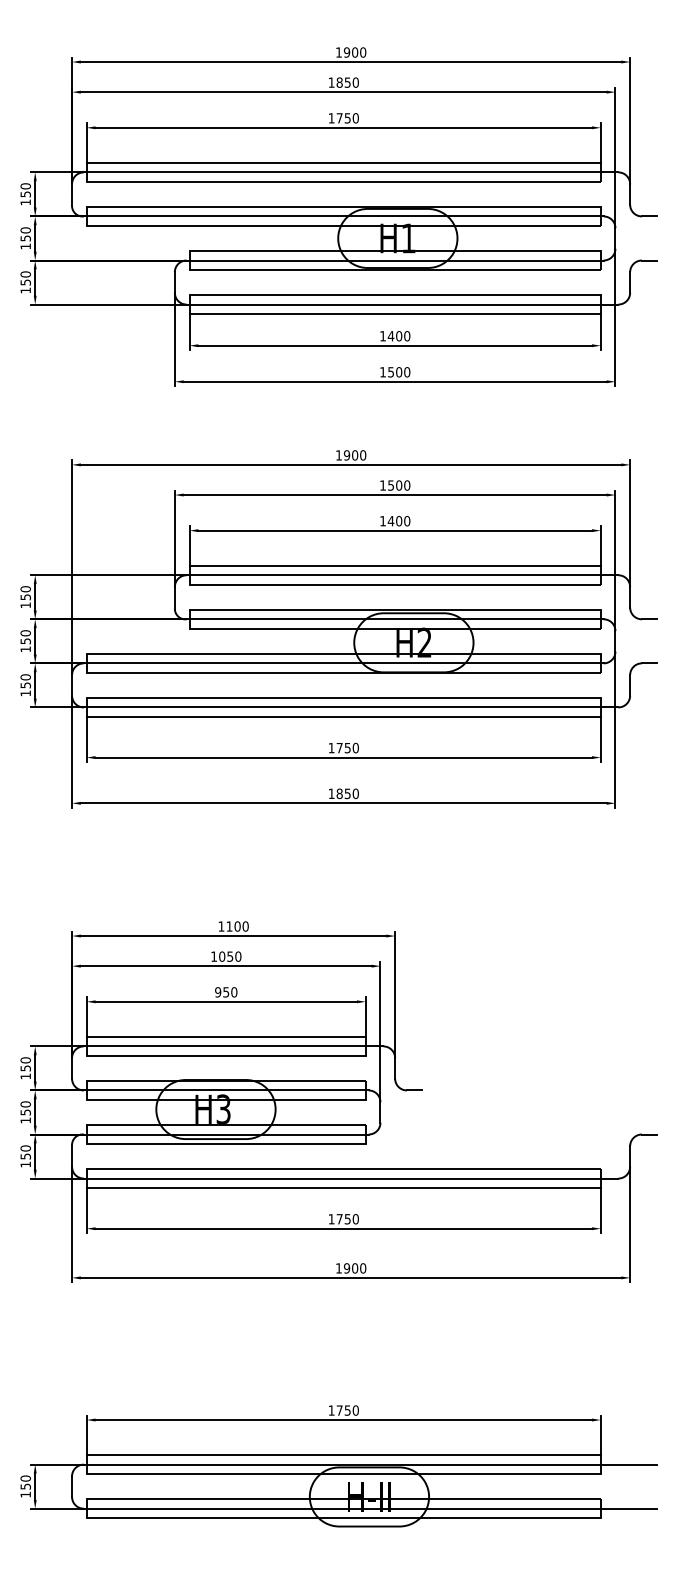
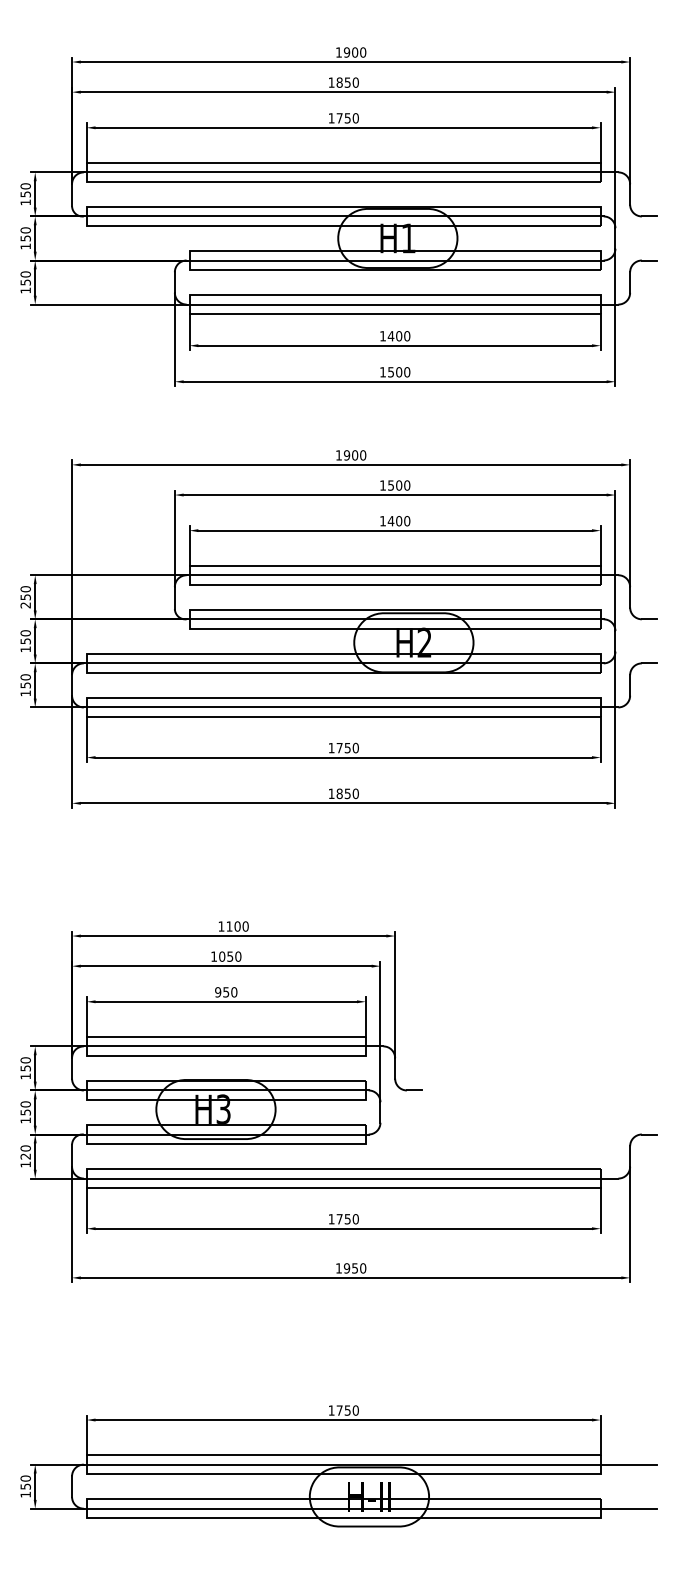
text at (25, 605): 150 -> 250
text at (25, 1156): 150 -> 120
text at (355, 1268): 1900 -> 1950
